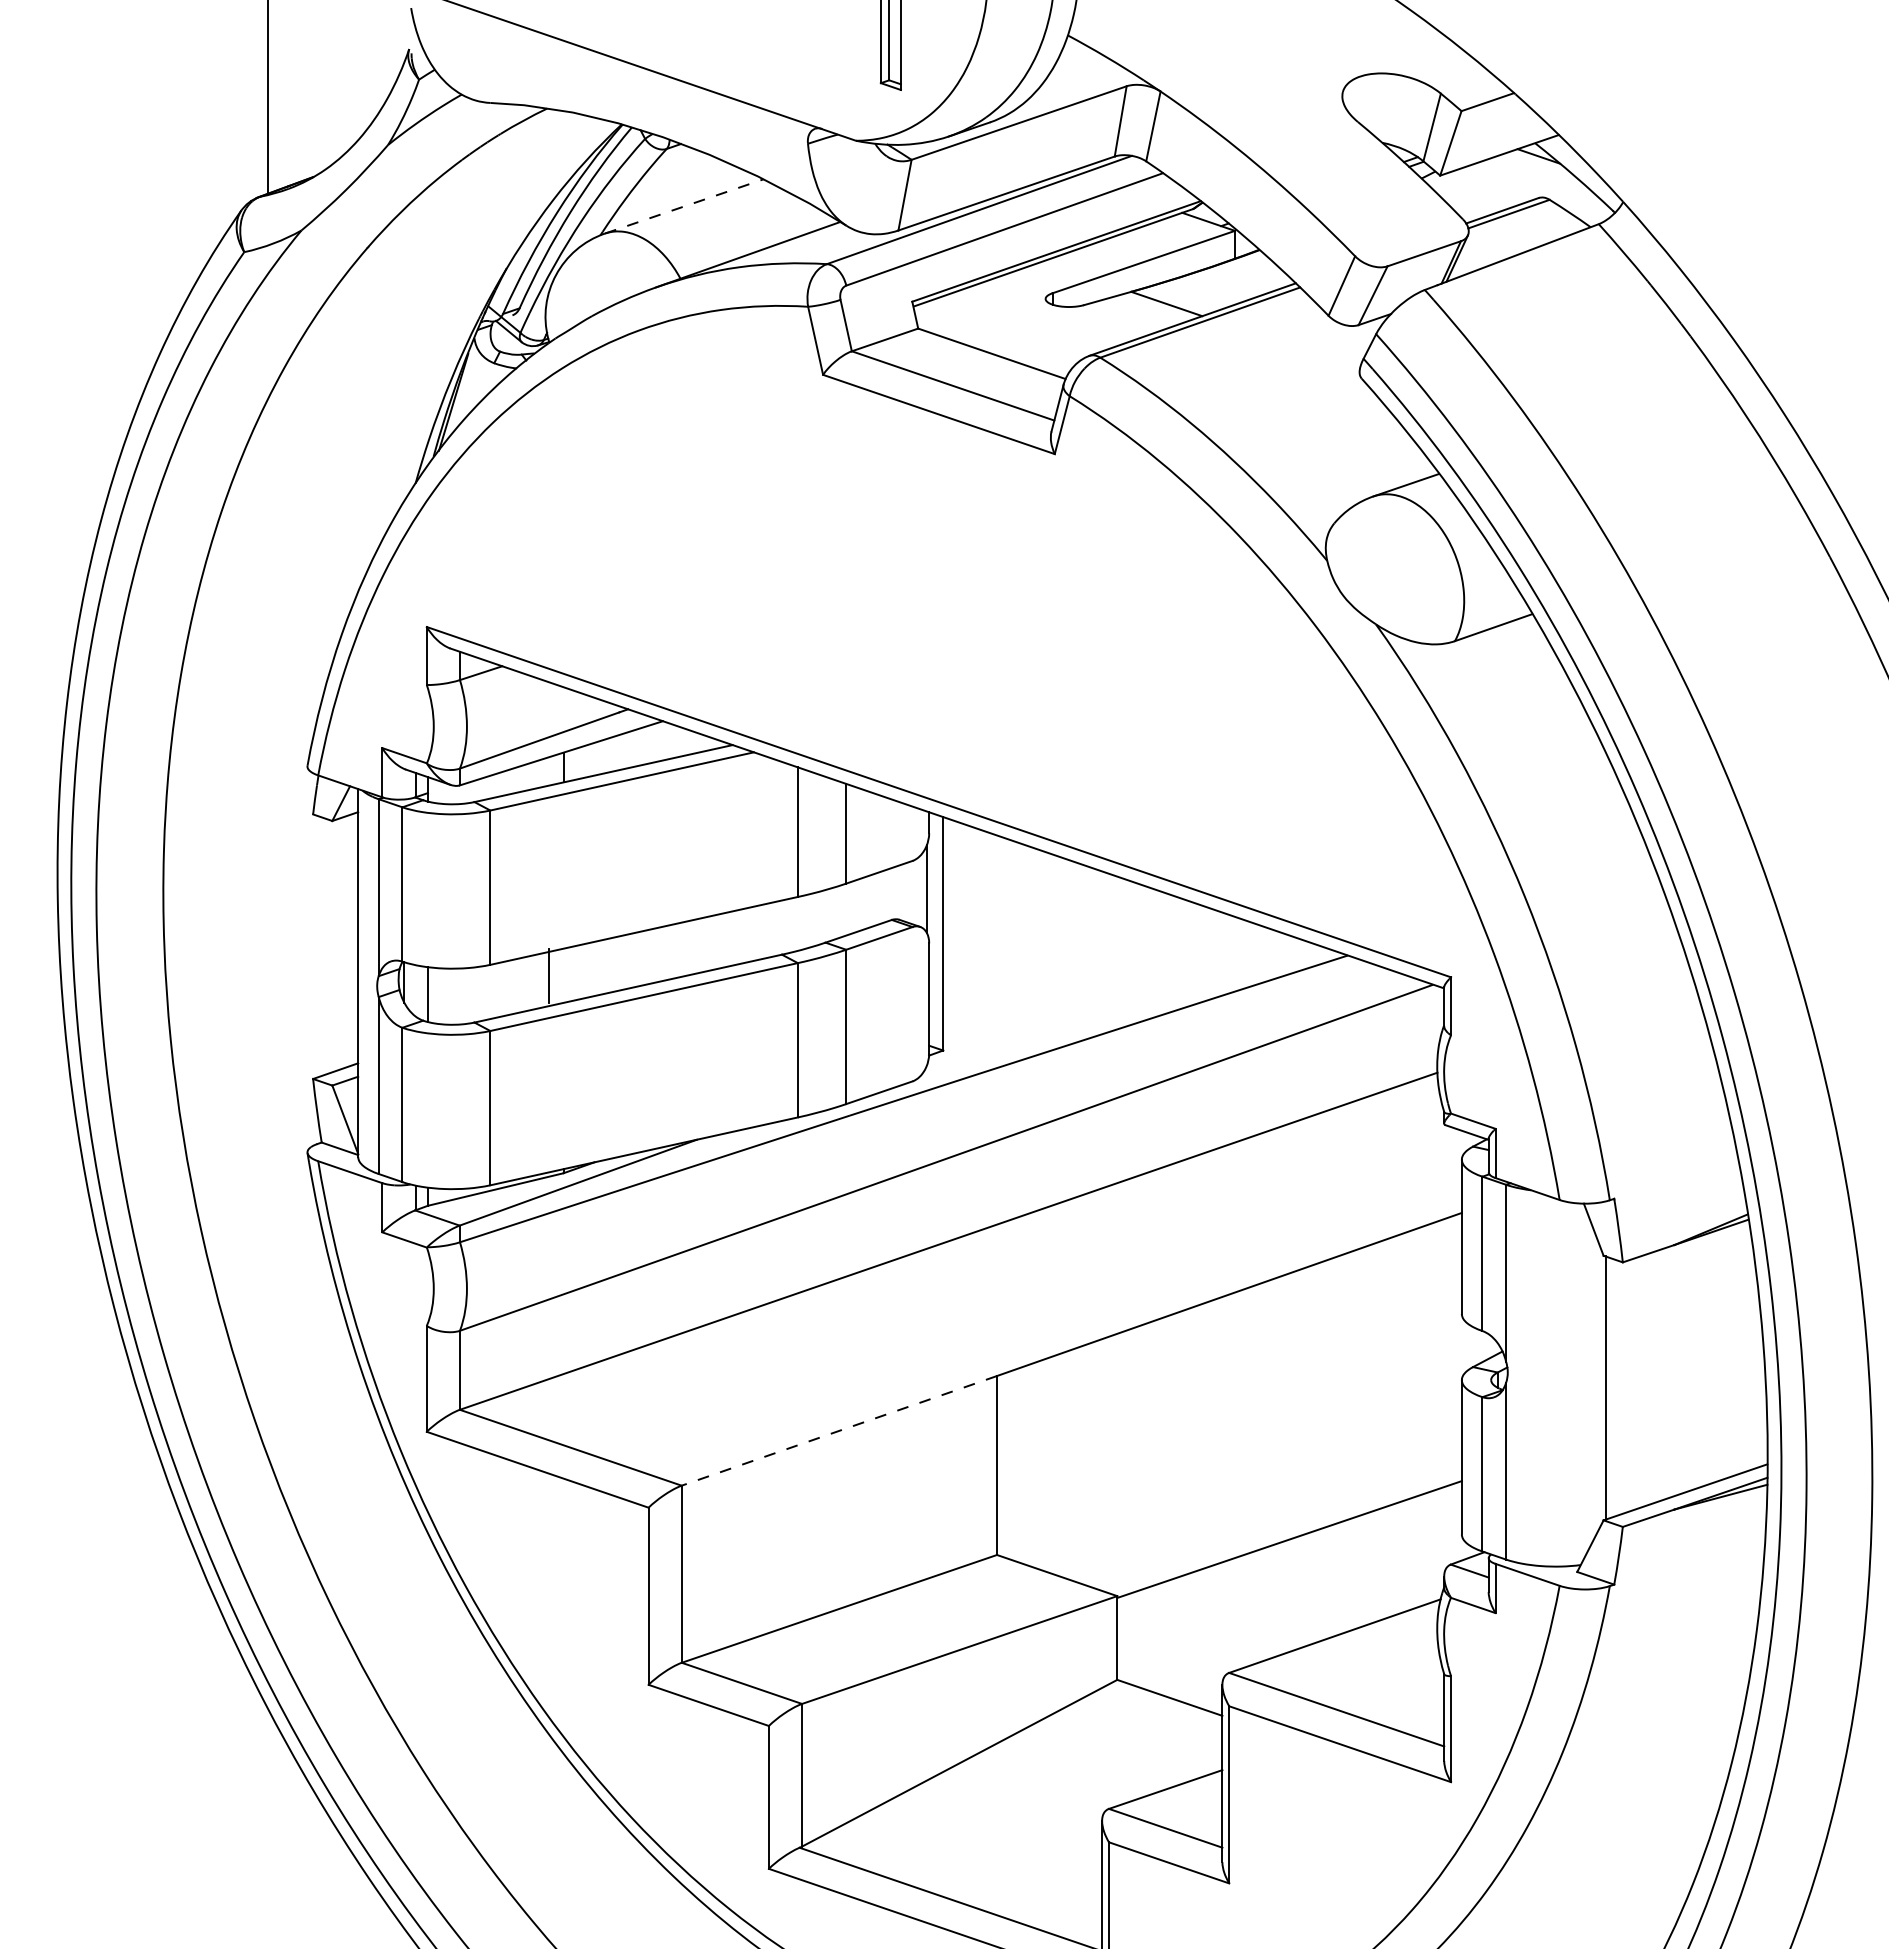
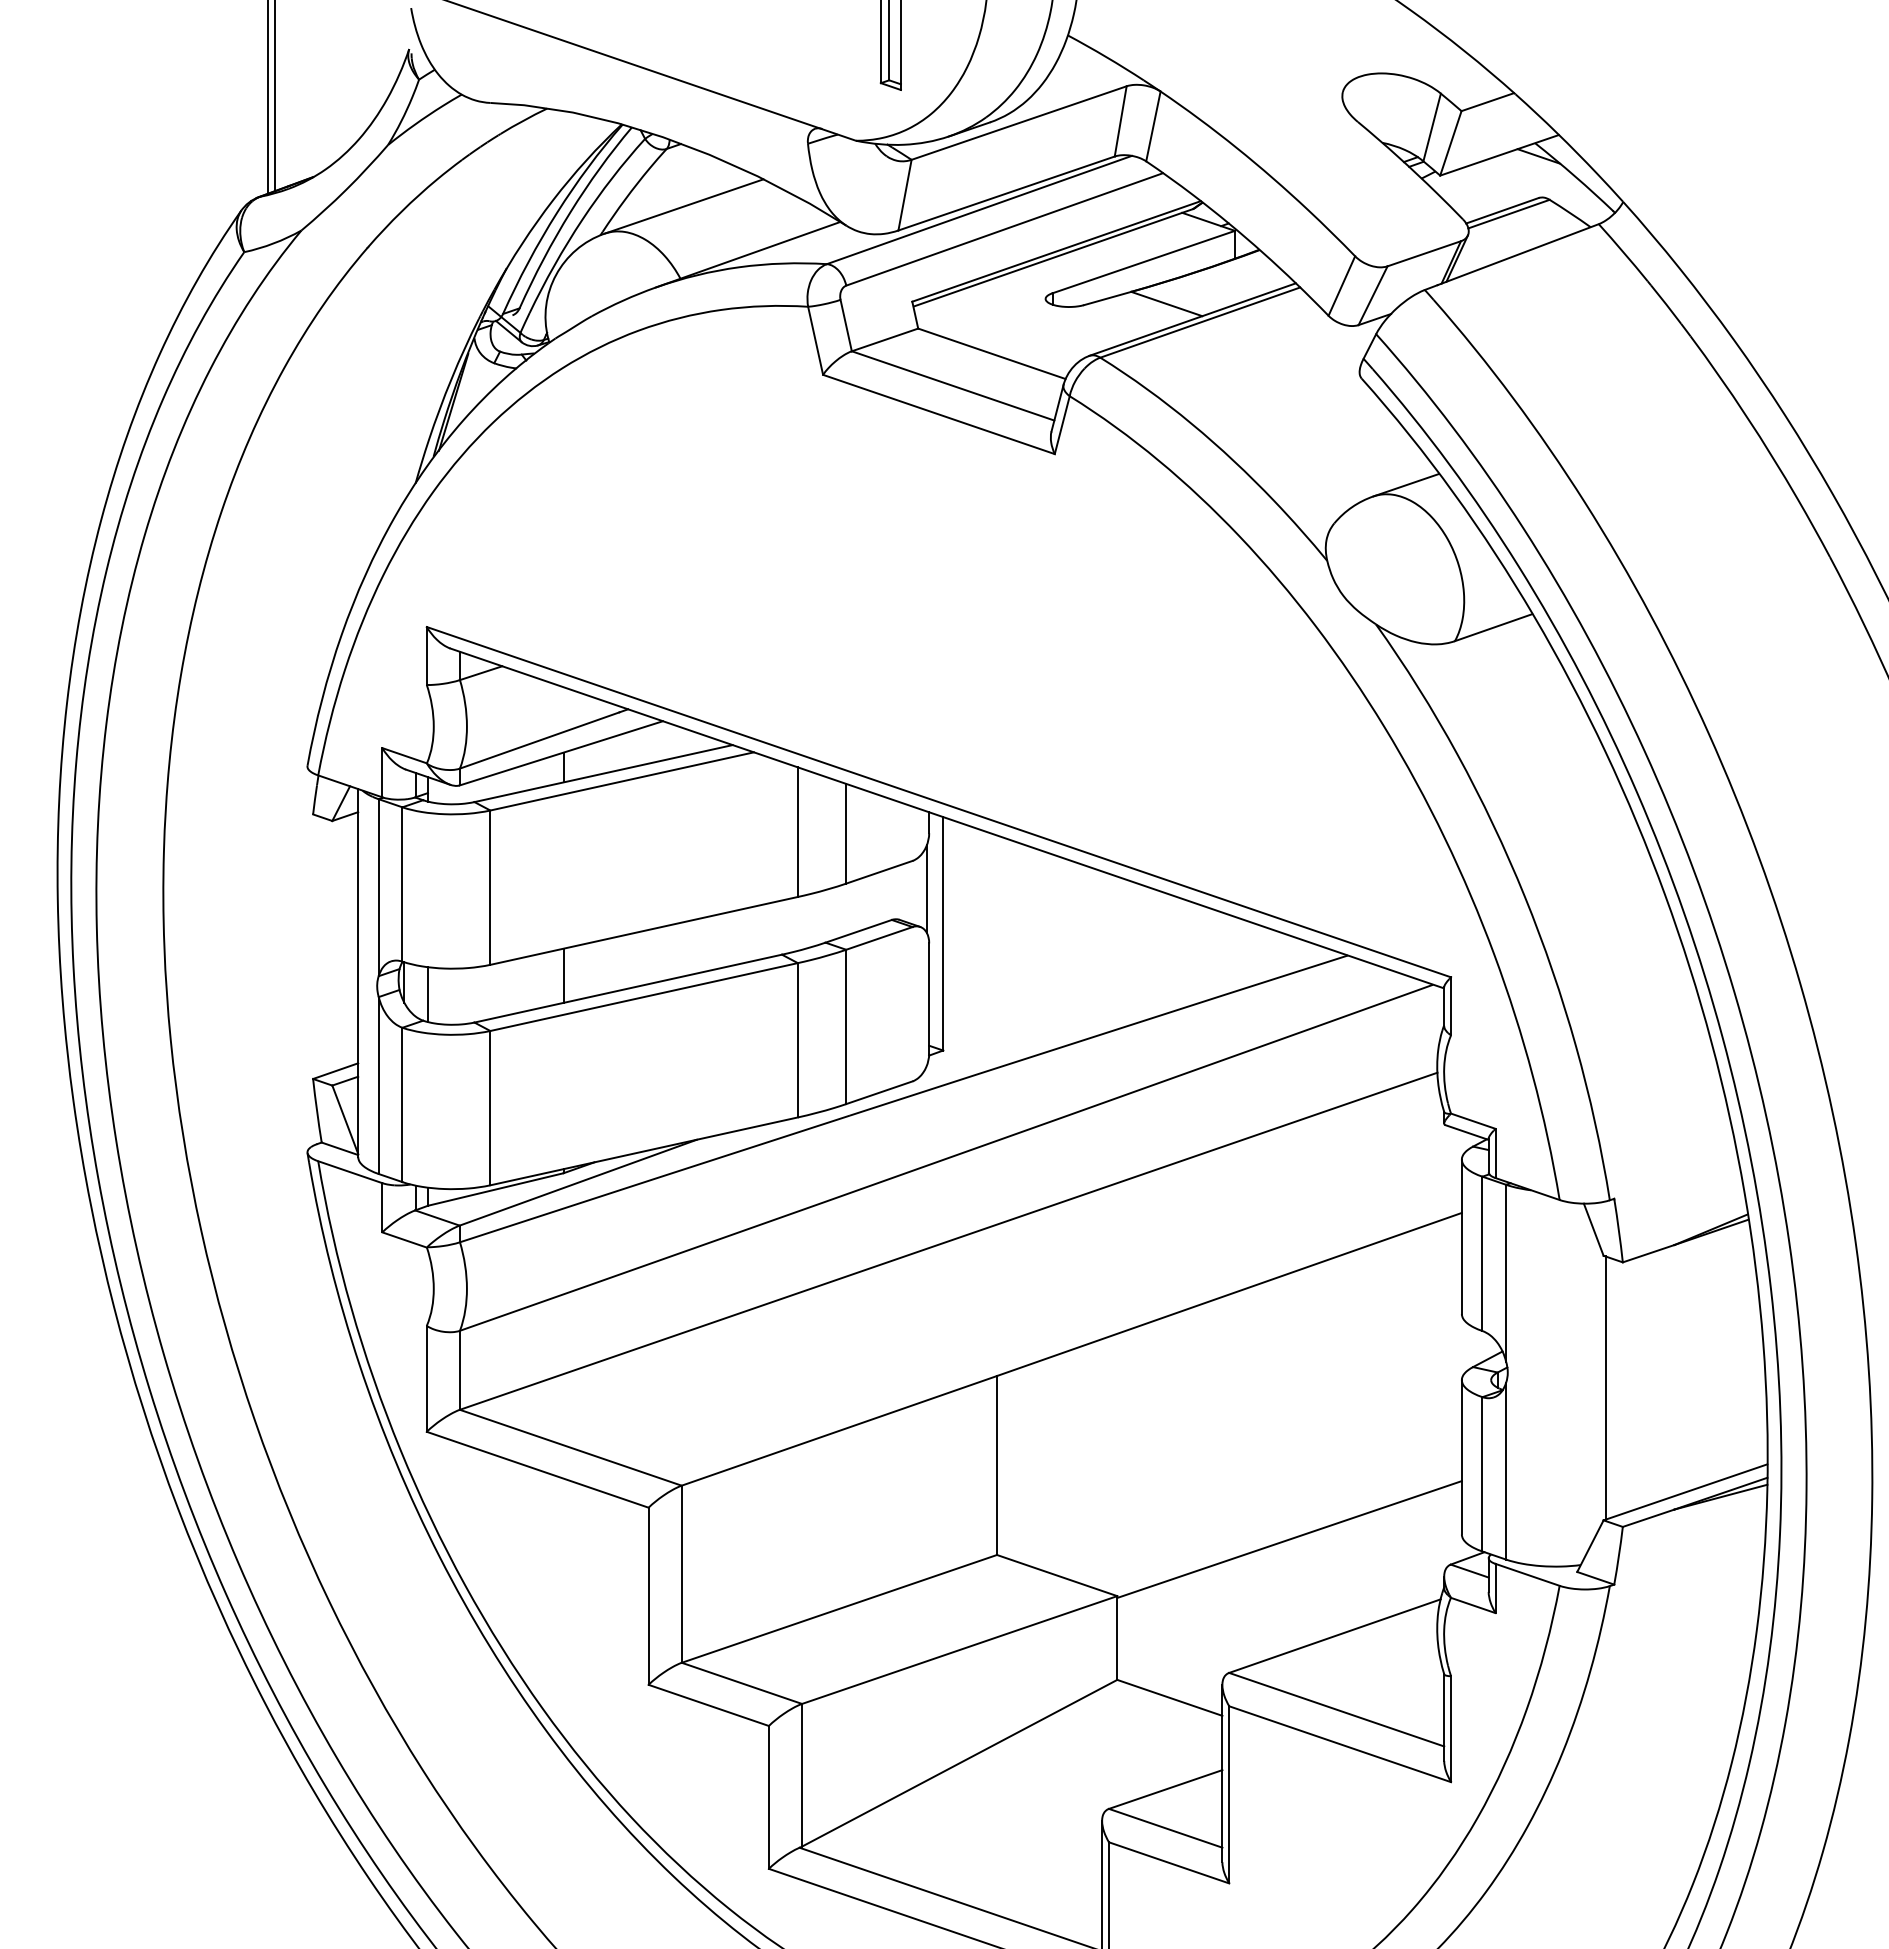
line at (275, 96): none -> present
line at (684, 206): dashed -> solid
line at (548, 975) position: (548, 975) -> (563, 975)
line at (839, 1430): dashed -> solid
